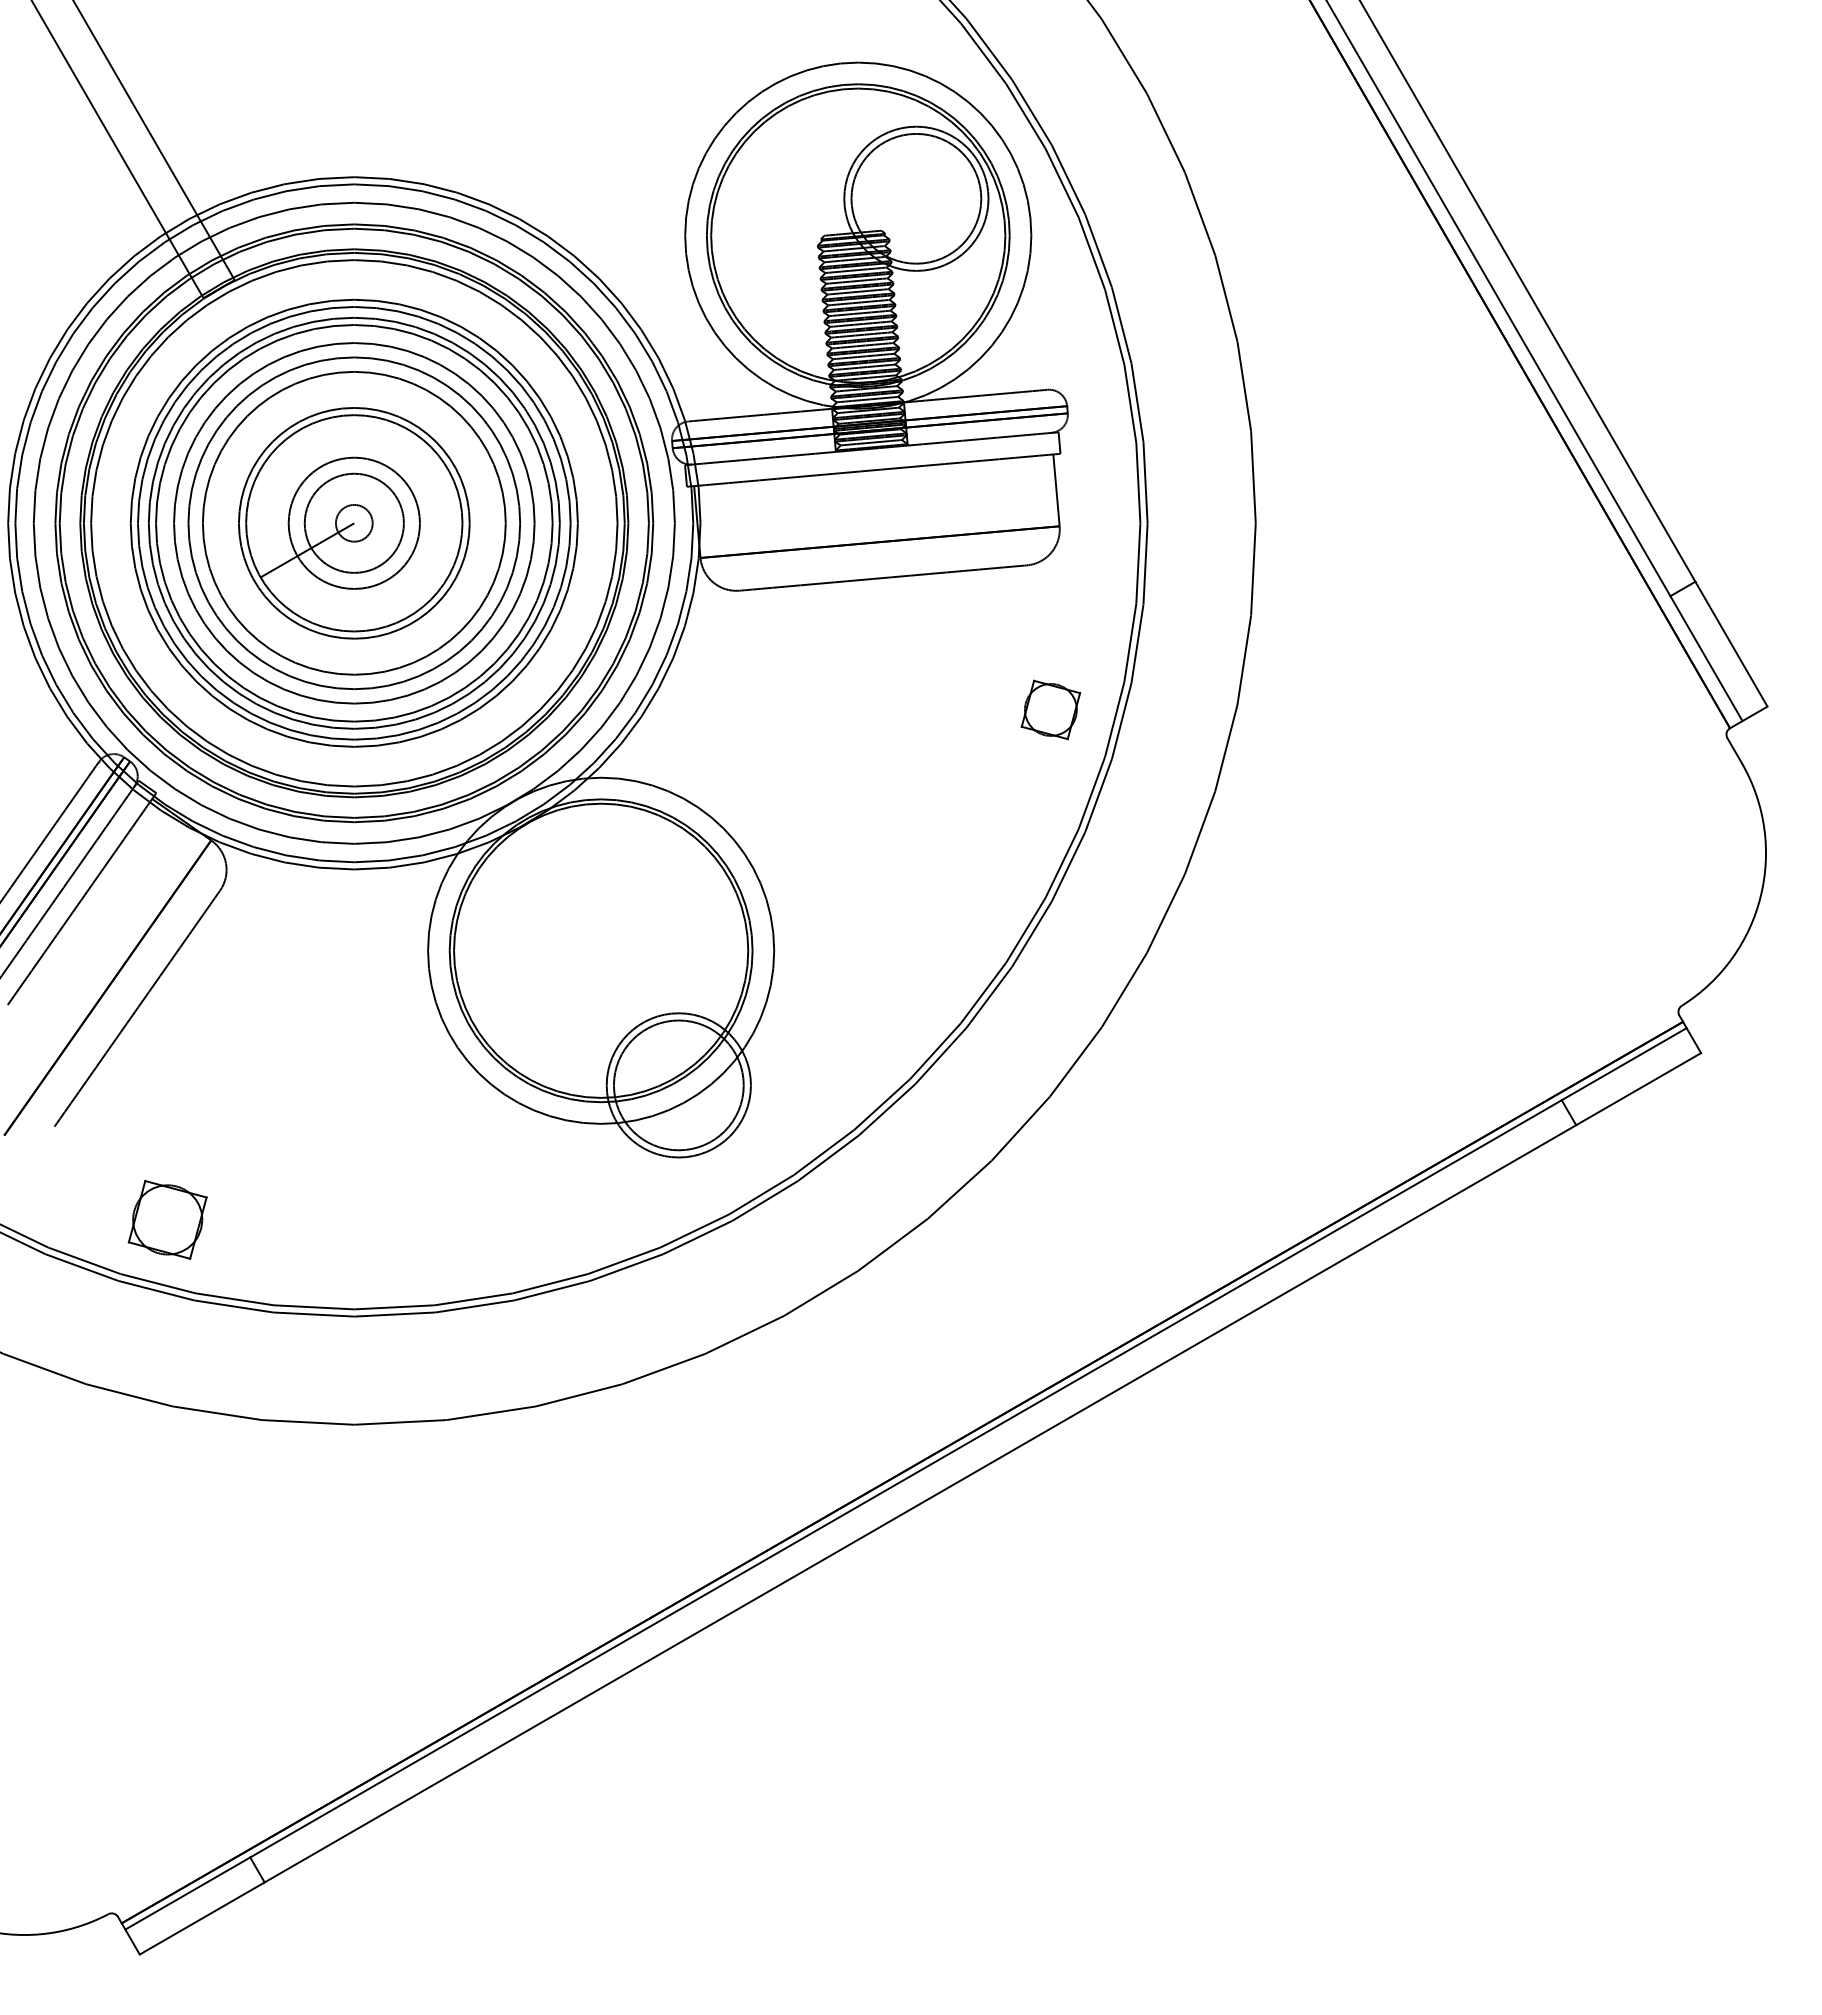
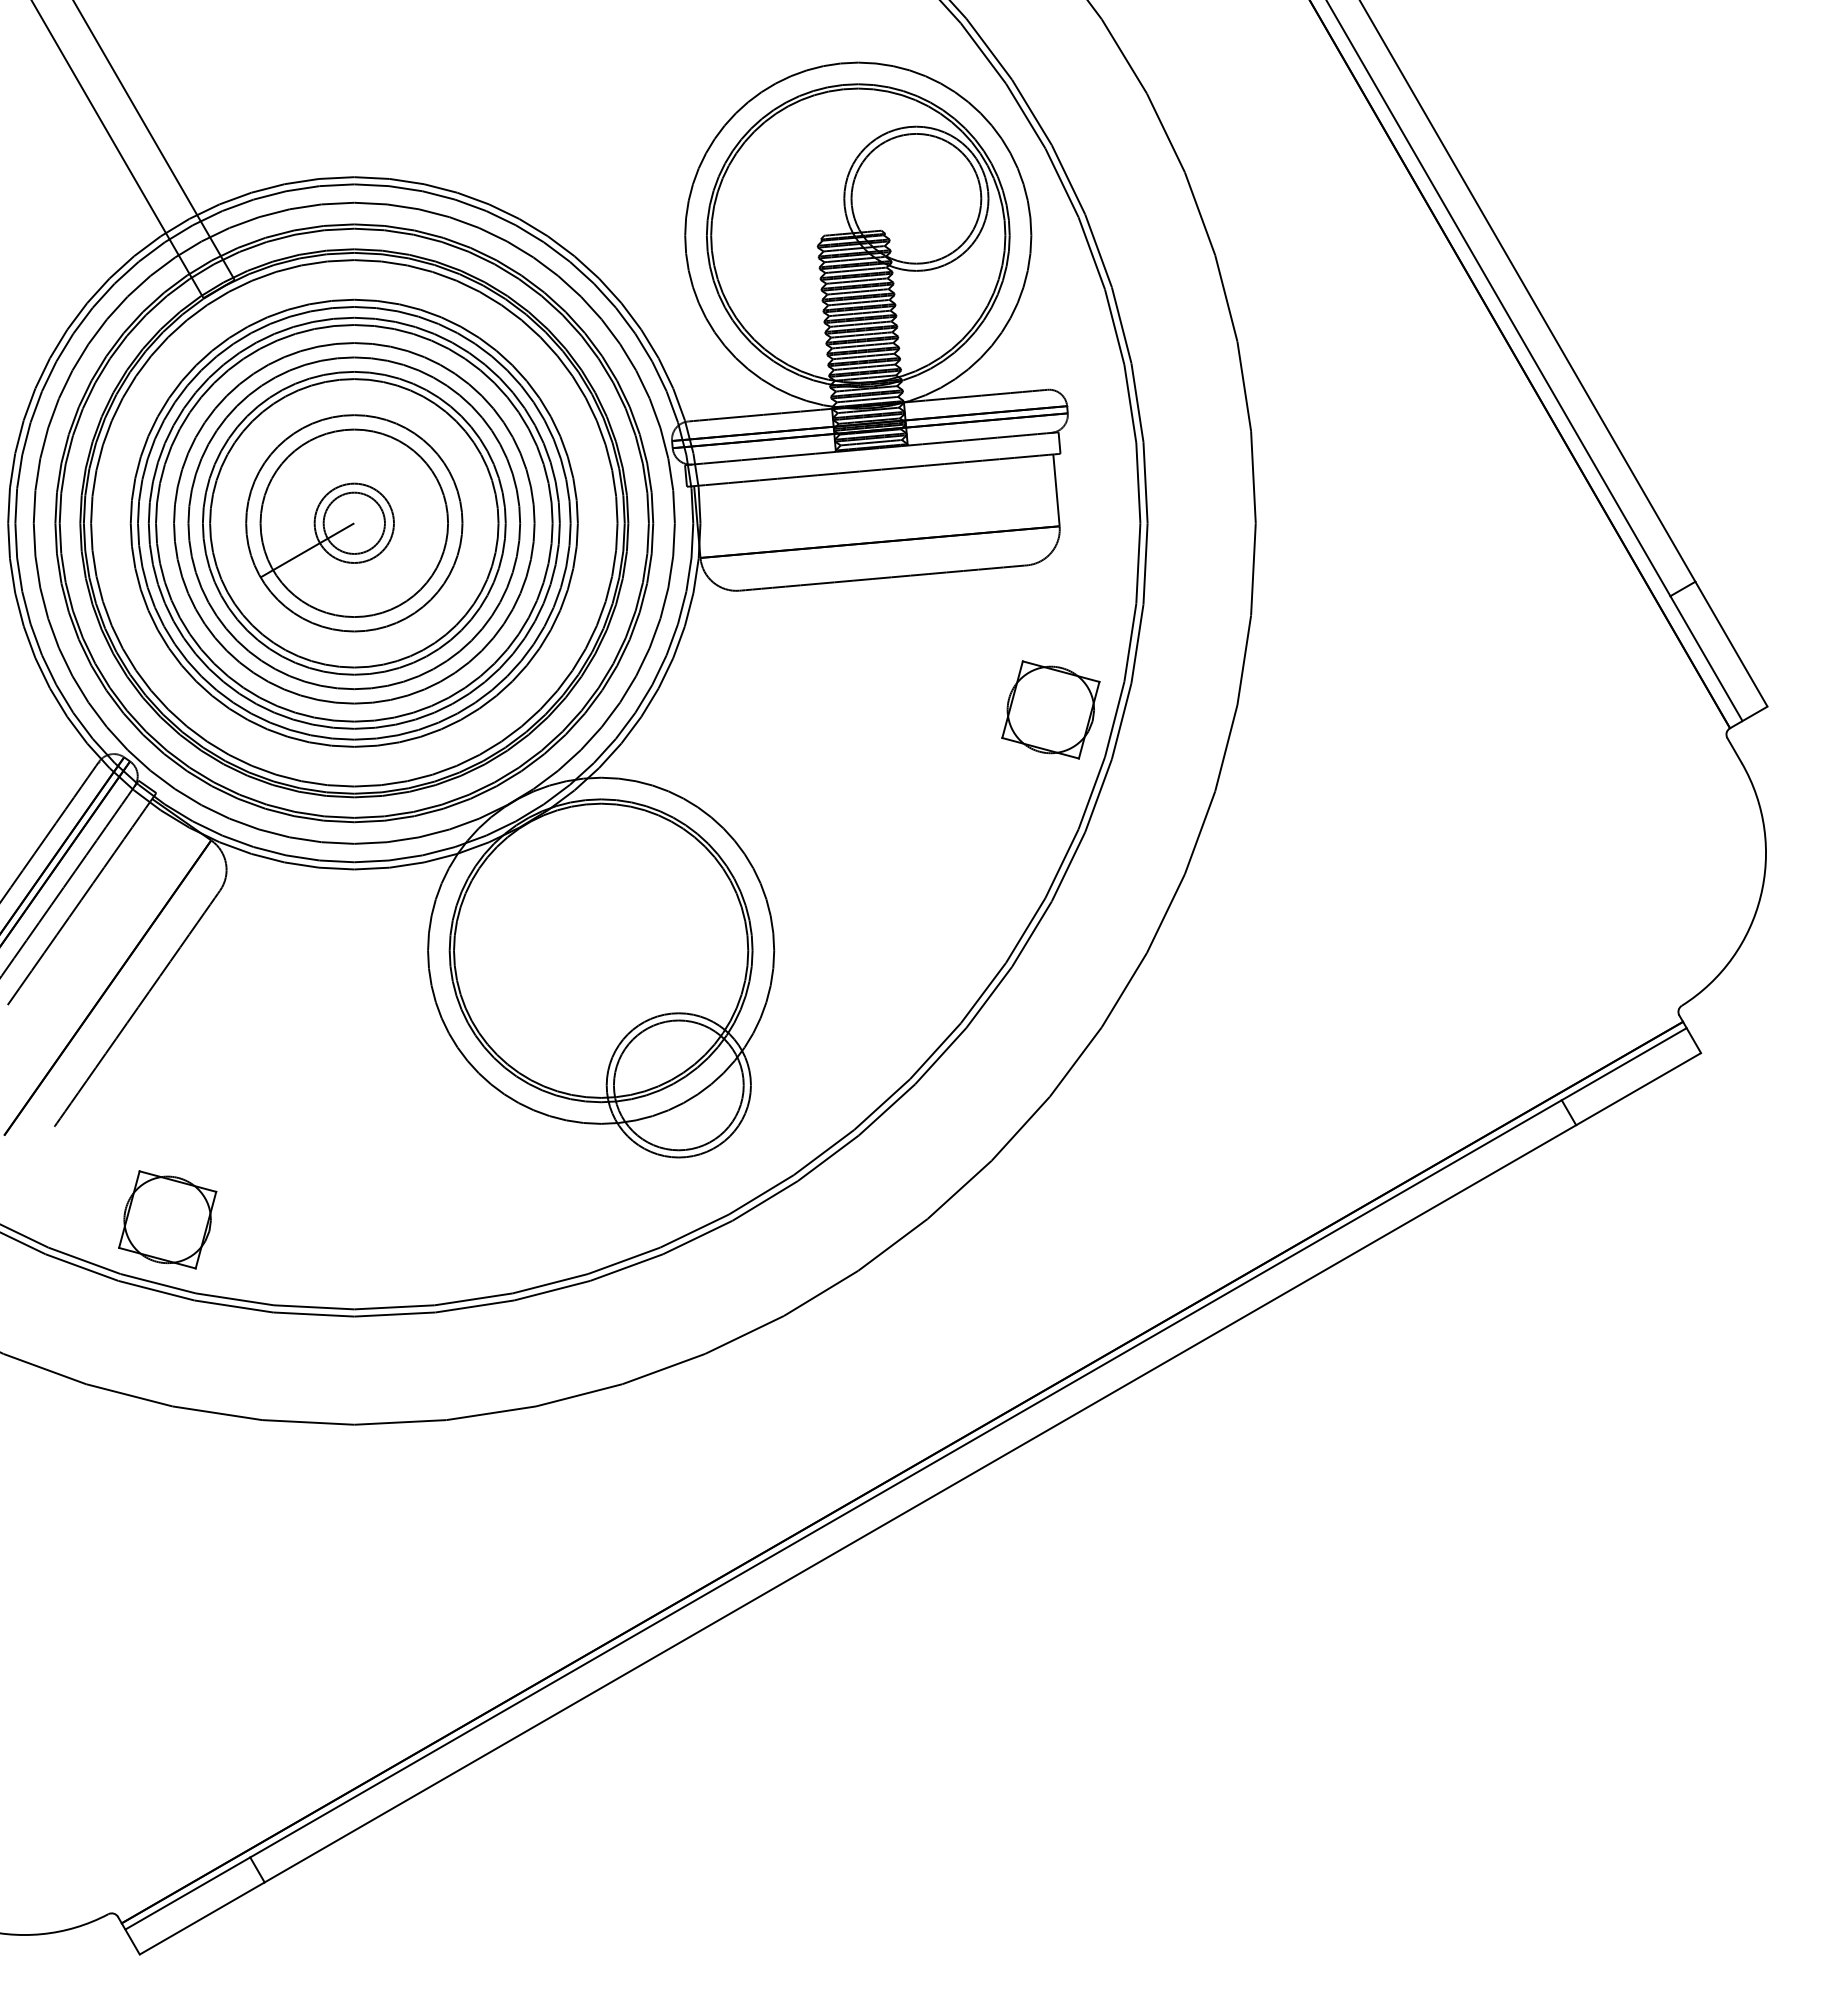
circle at (353, 522) diameter: 131 px -> 187 px
circle at (353, 522) diameter: 231 px -> 288 px
circle at (353, 522) diameter: 37 px -> 61 px
circle at (353, 522) diameter: 99 px -> 79 px
part at (1050, 709) size: 62x62 px -> 100x100 px
part at (167, 1219) size: 81x80 px -> 100x100 px
